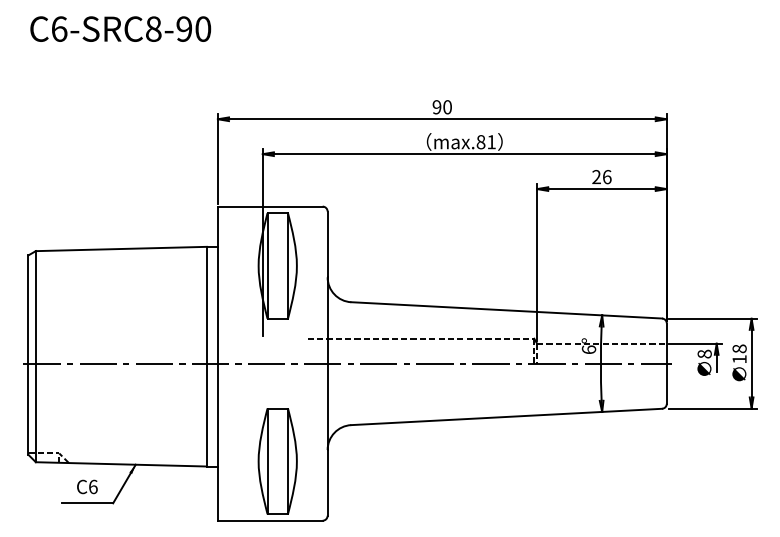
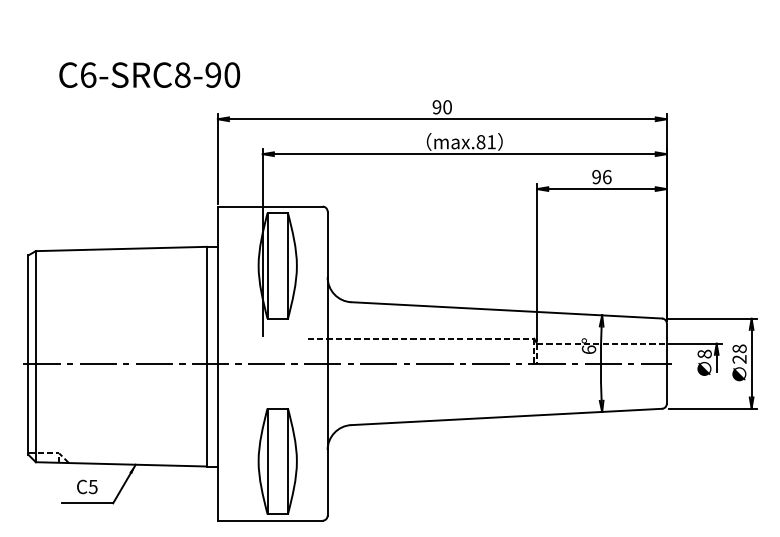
text at (120, 28) position: (120, 28) -> (149, 74)
text at (596, 177): 26 -> 96
text at (739, 359): 18 -> 28
text at (92, 486): C6 -> C5
